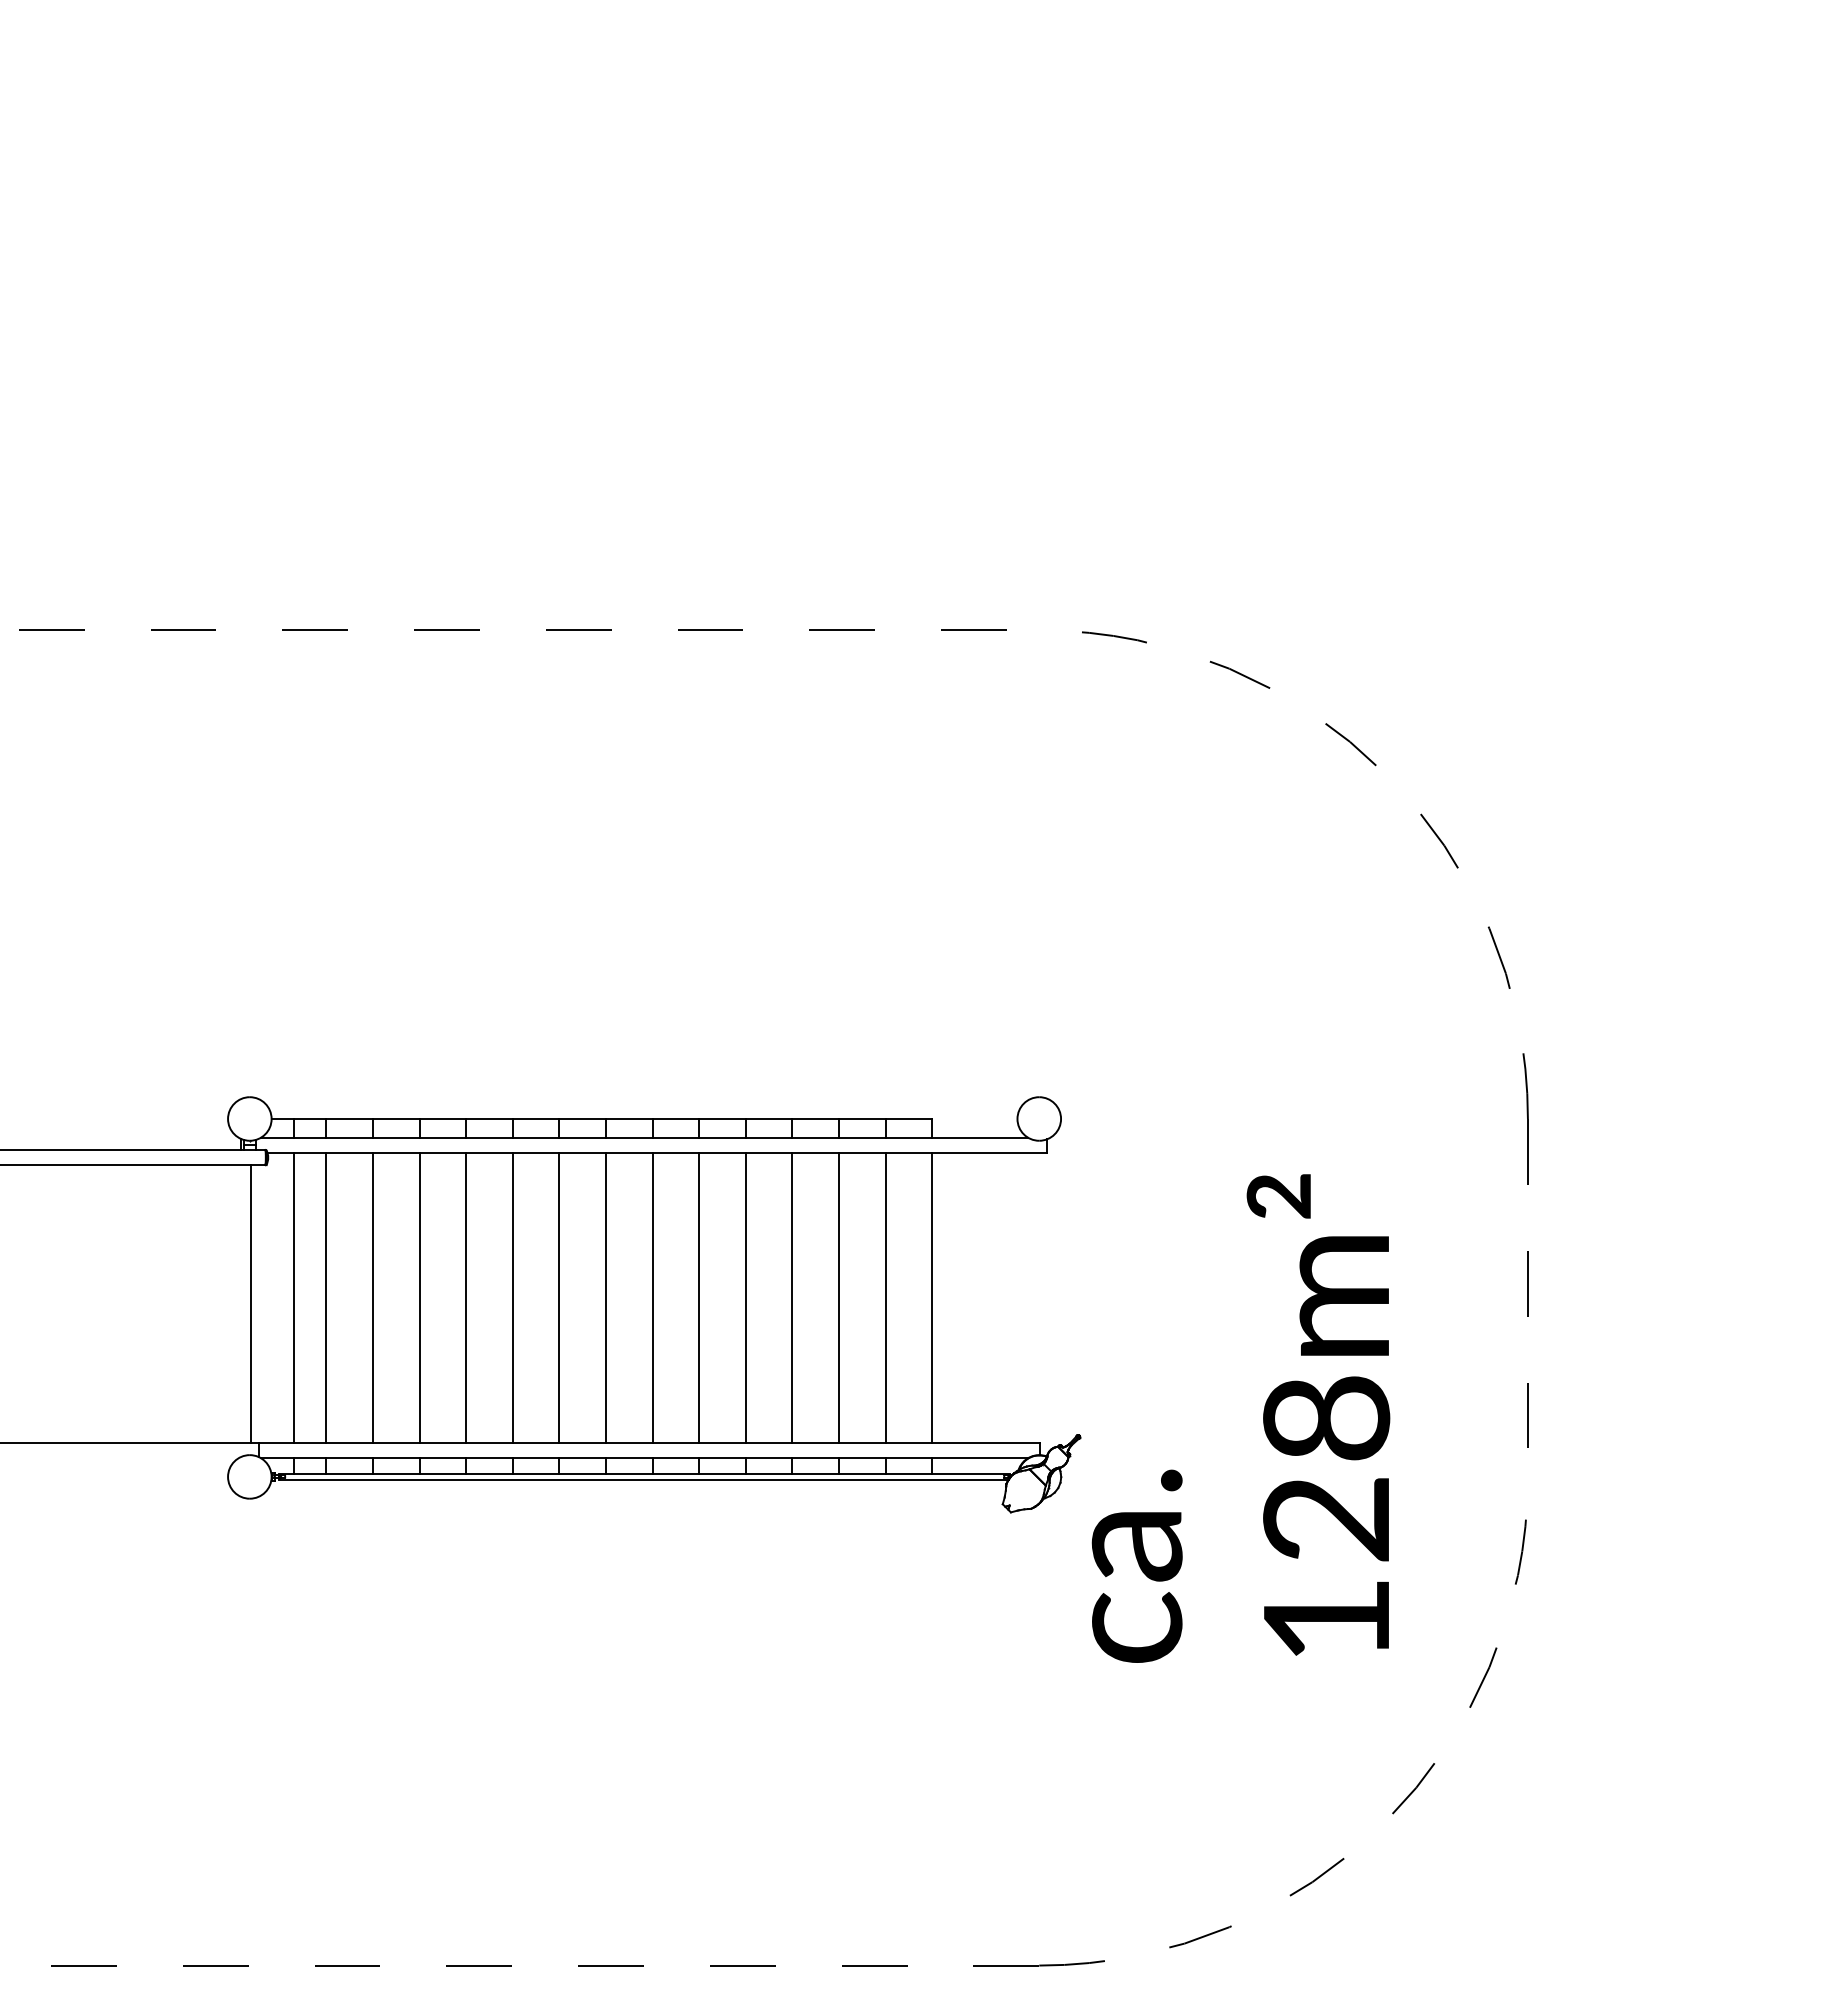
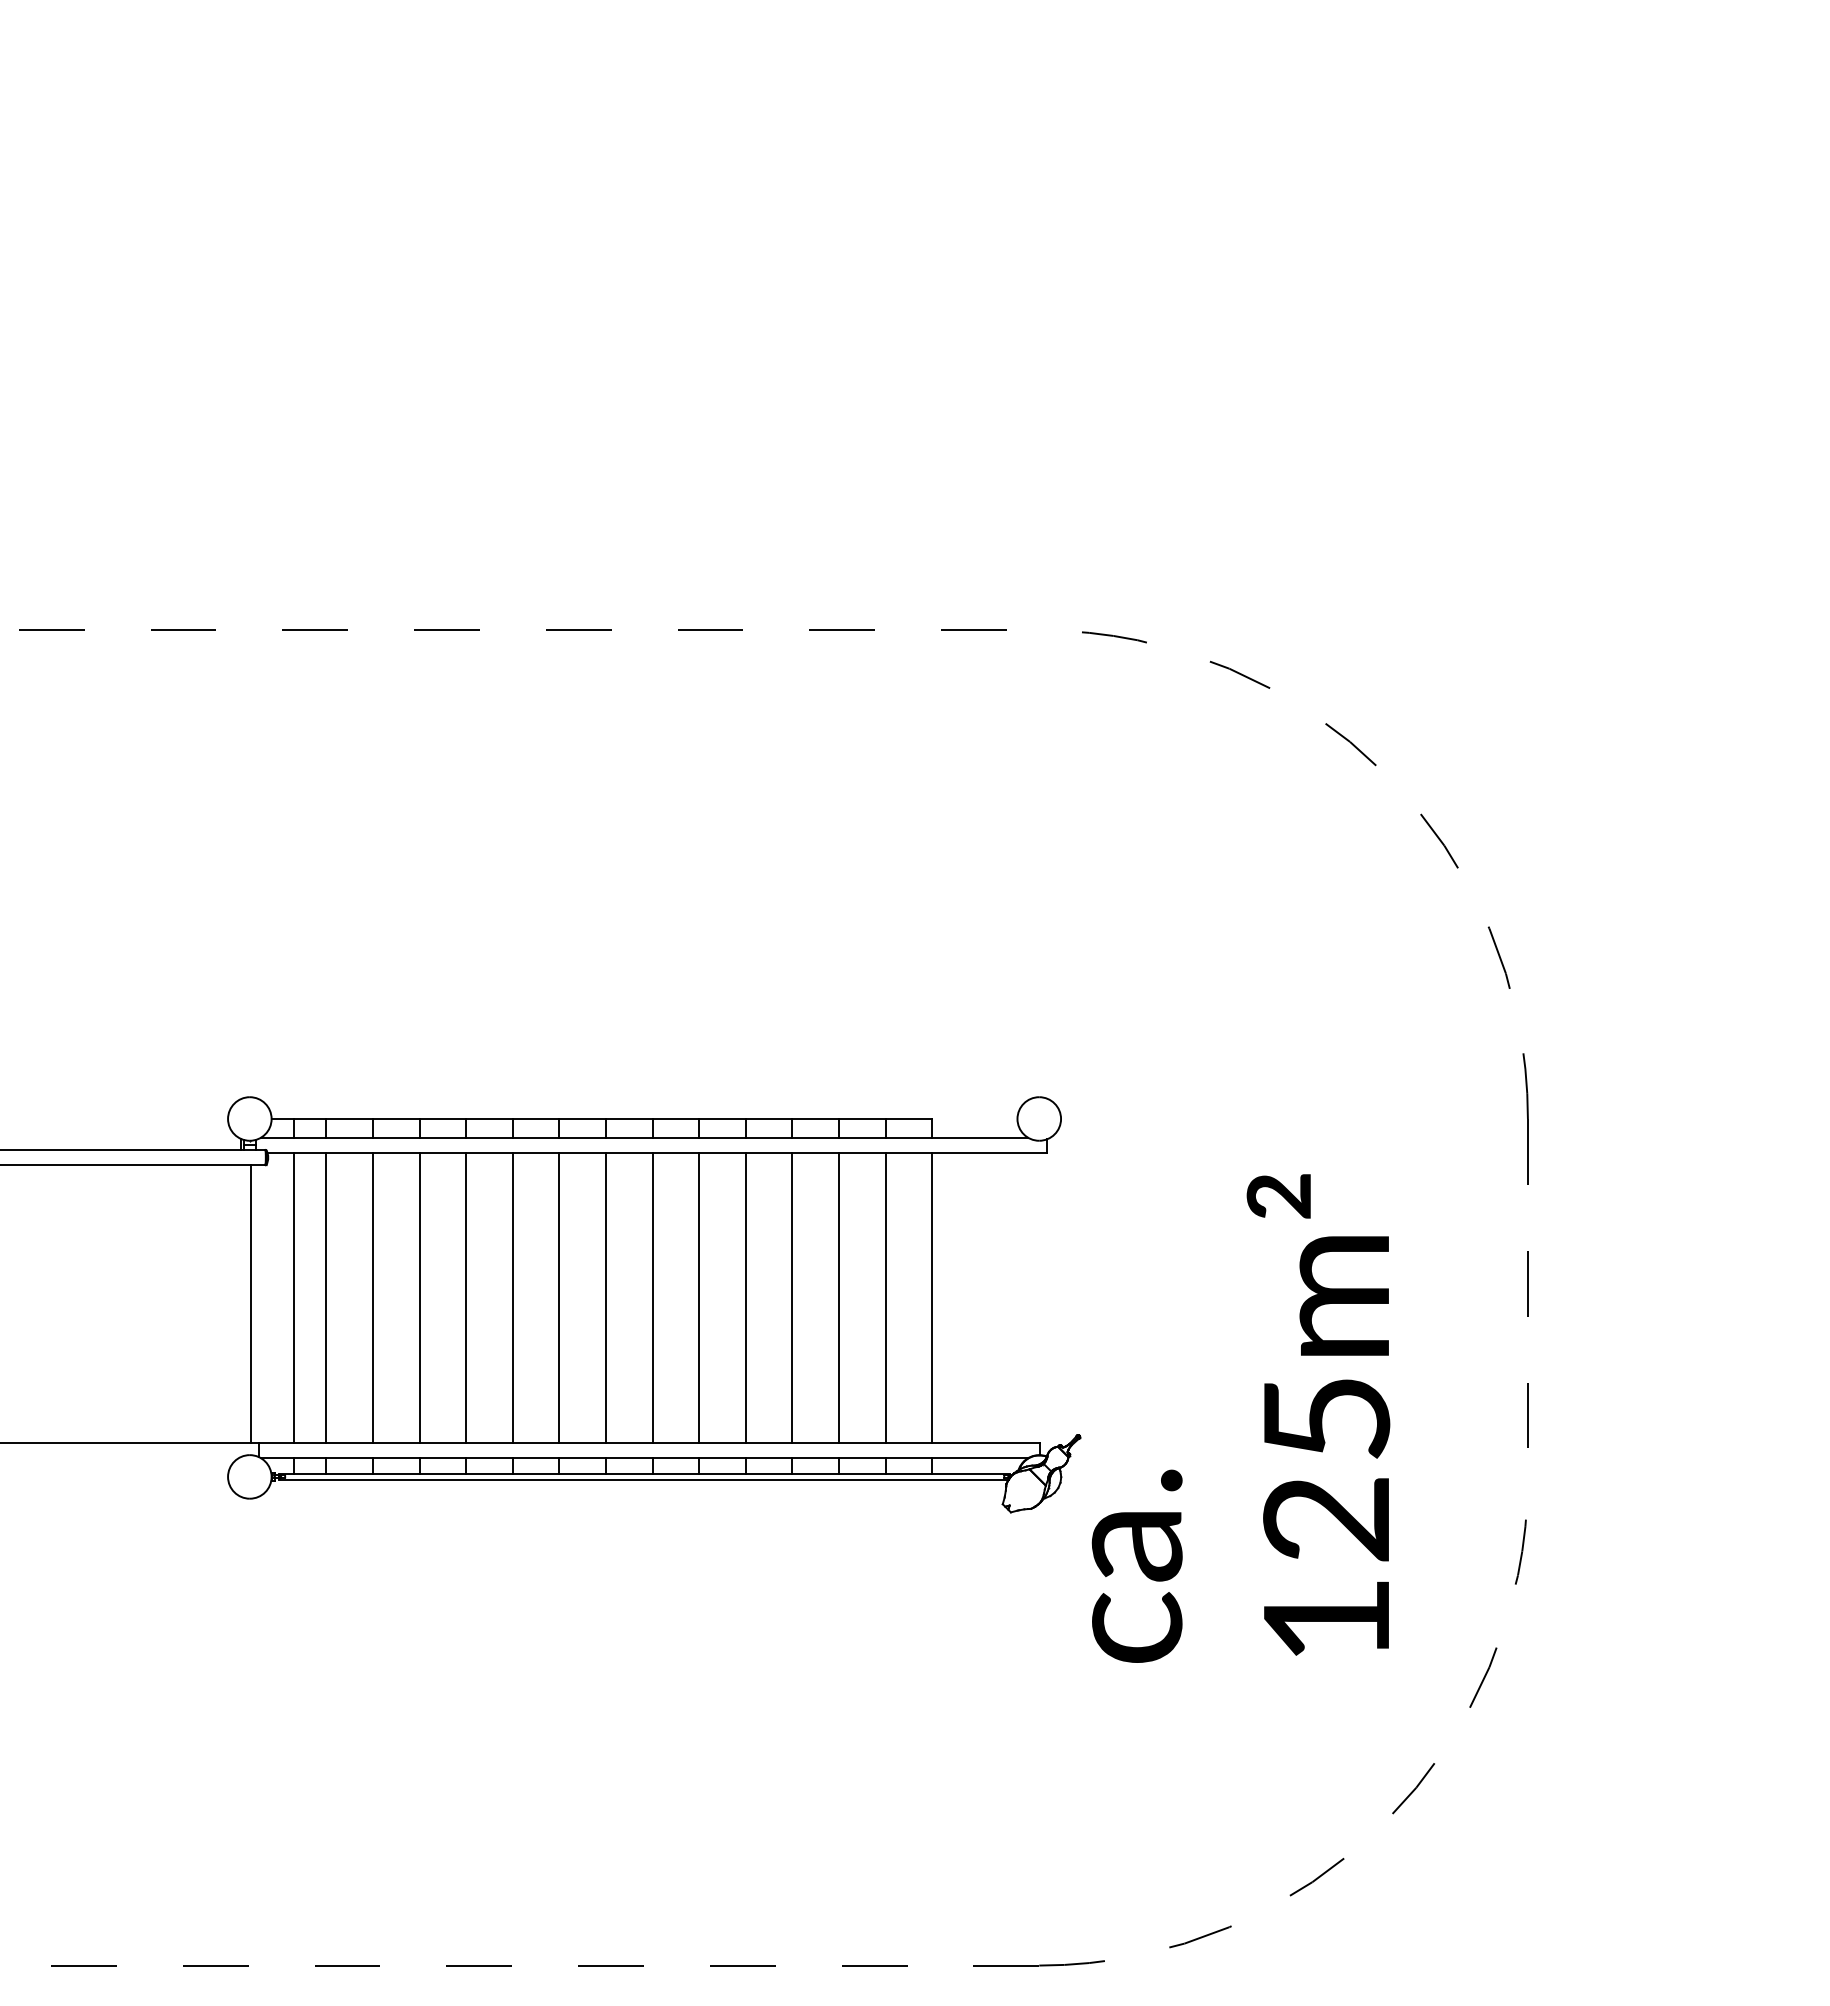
text at (1326, 1418): 128m² -> 125m²
